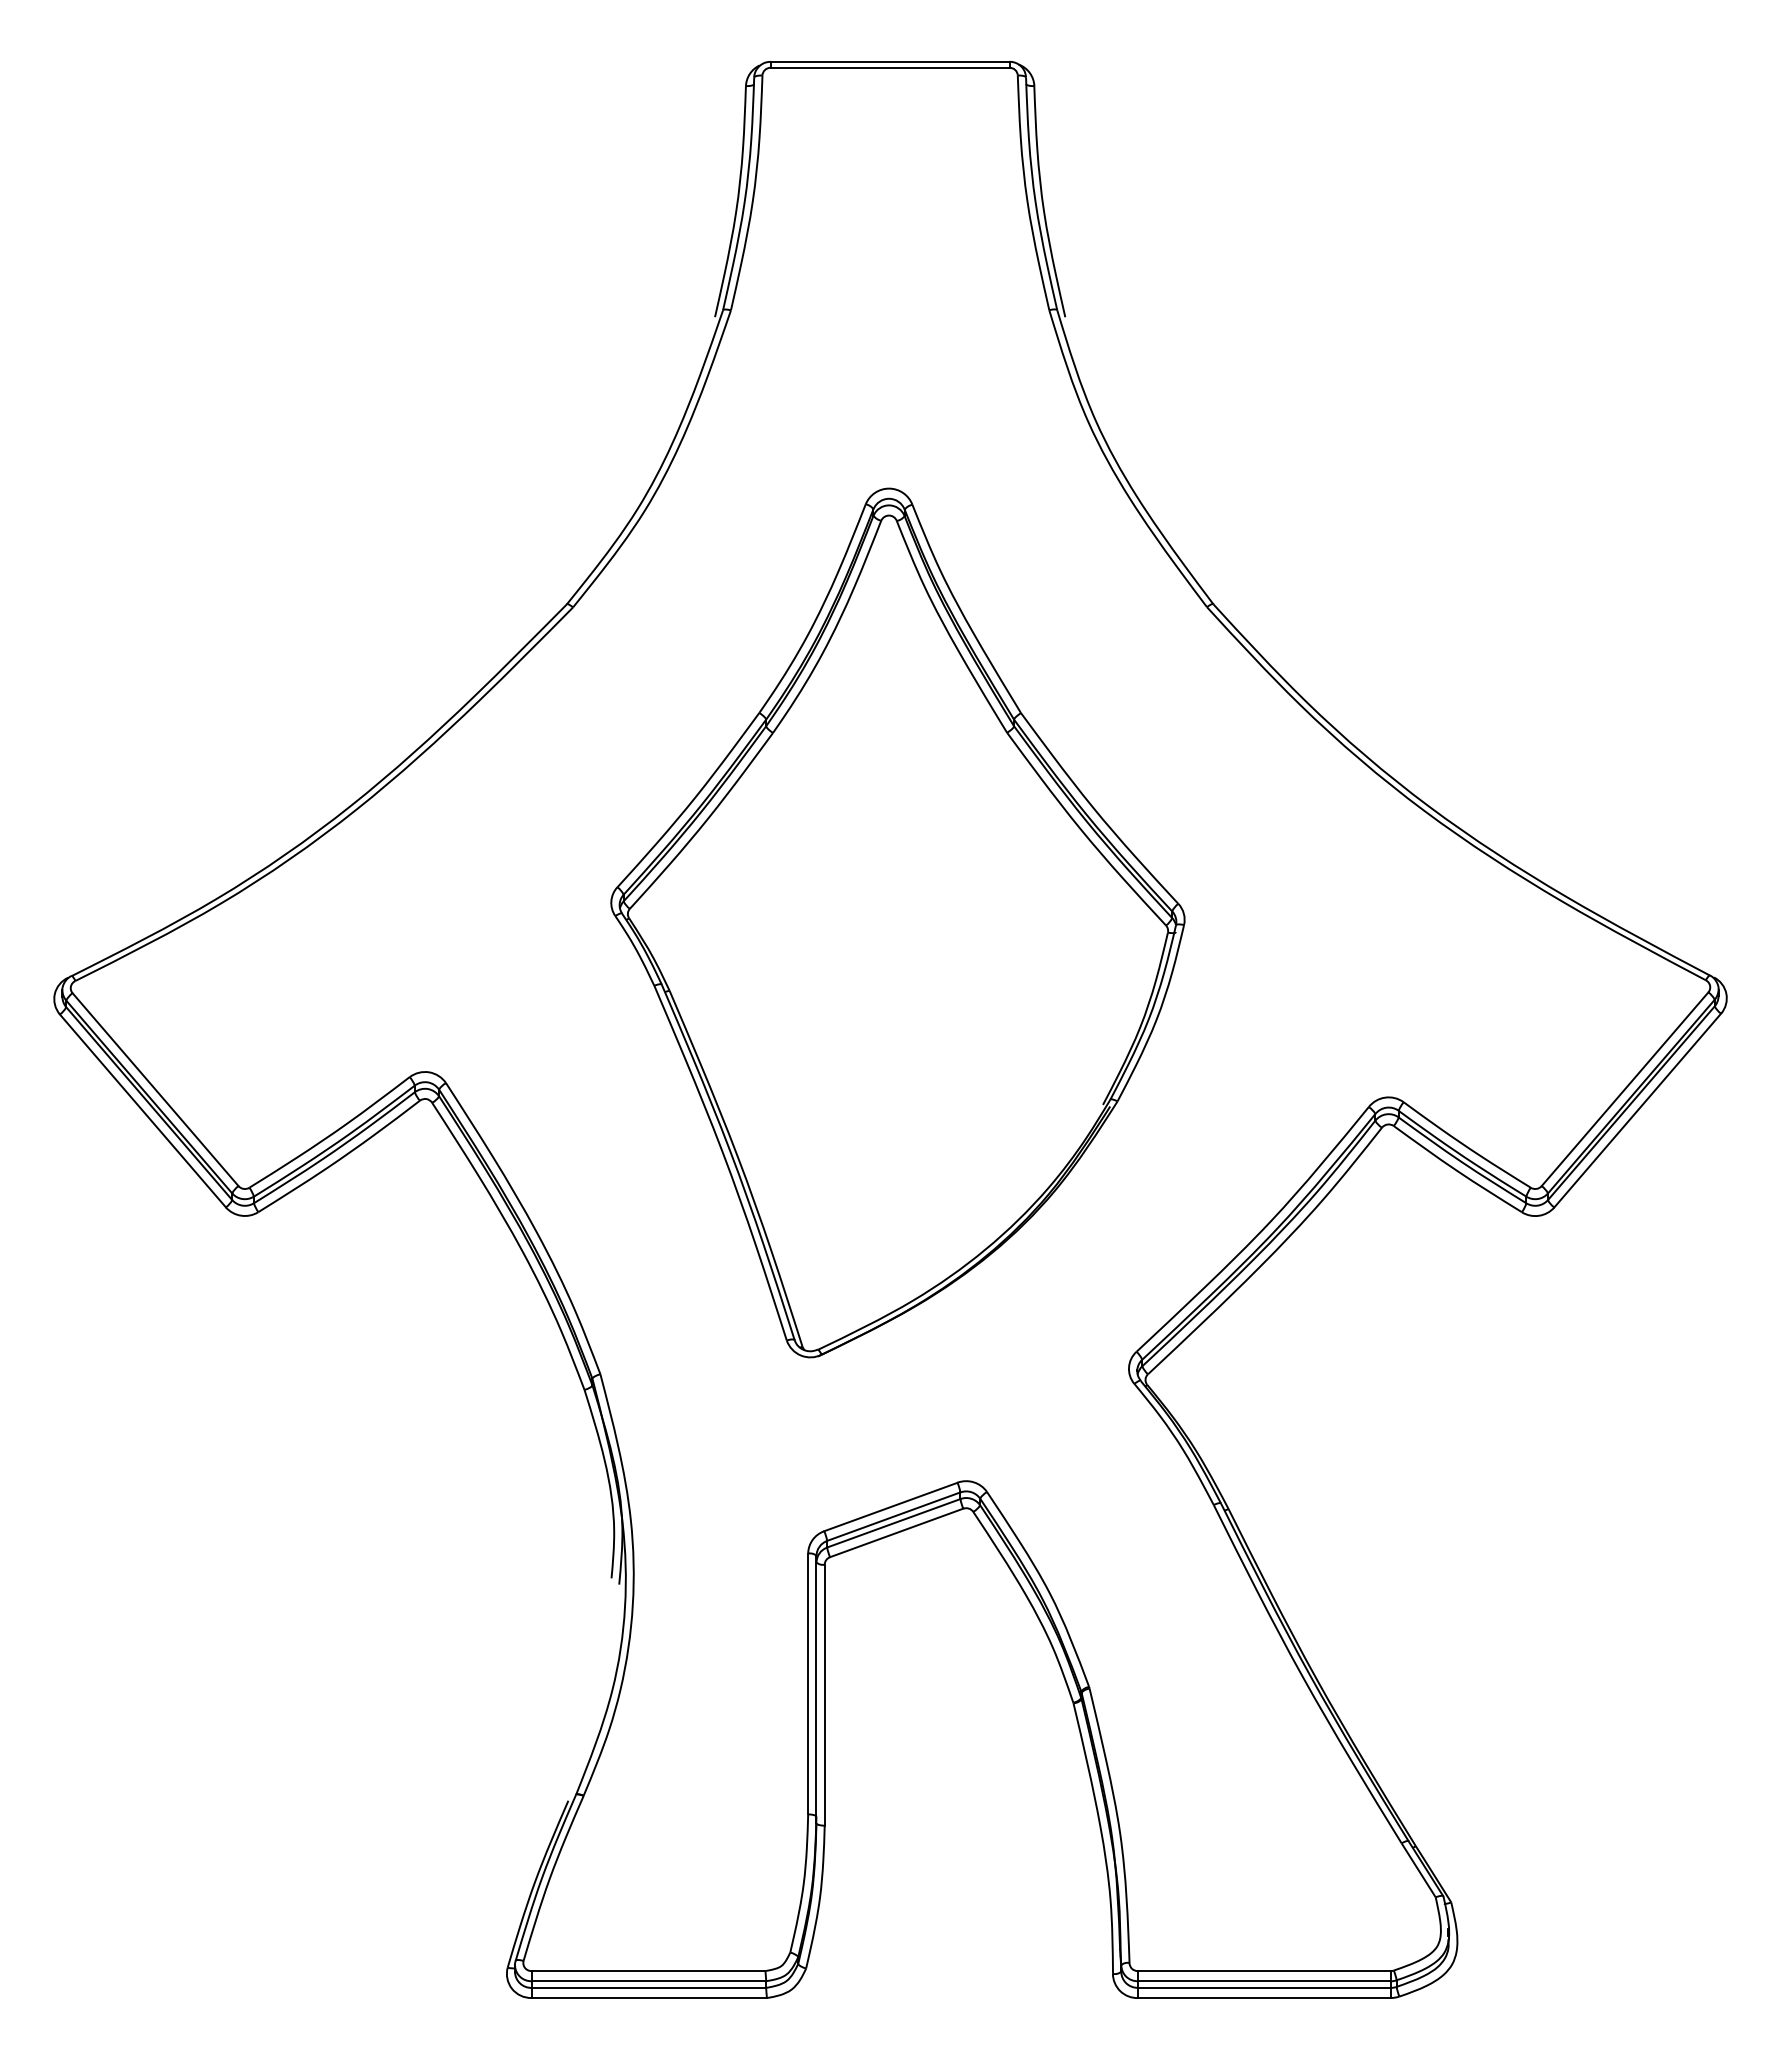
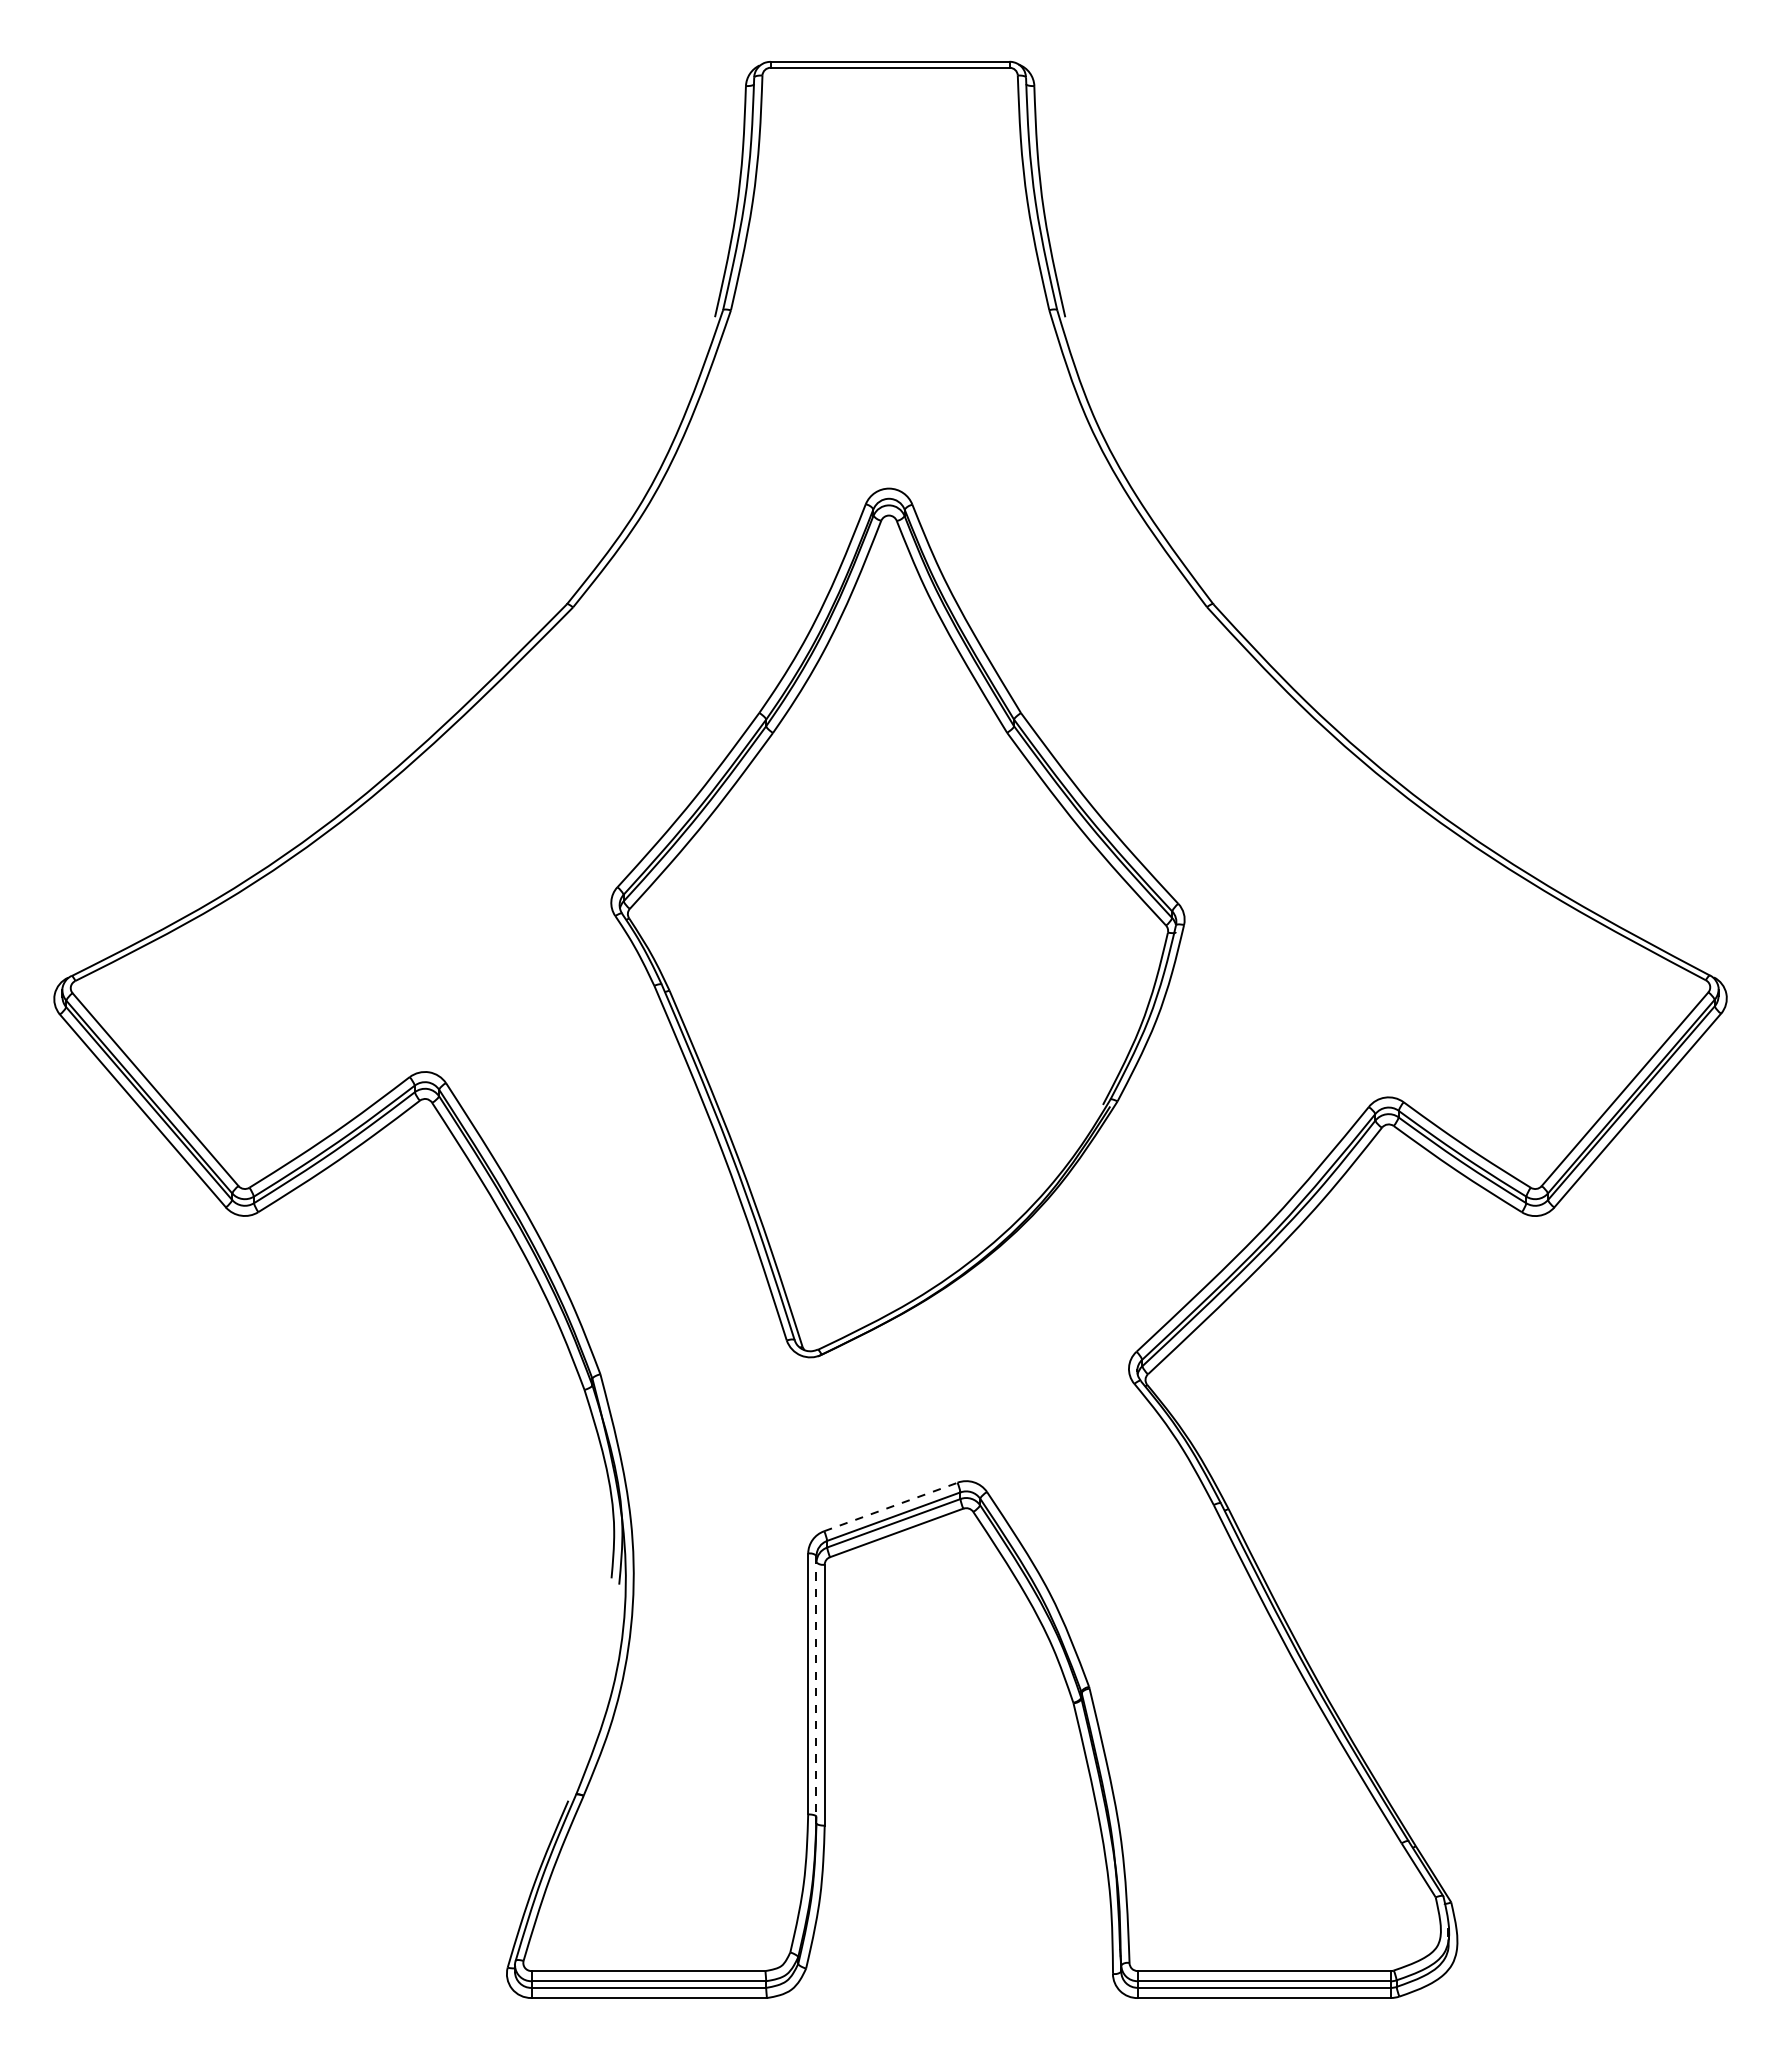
line at (890, 1507): solid -> dashed
line at (816, 1686): solid -> dashed
